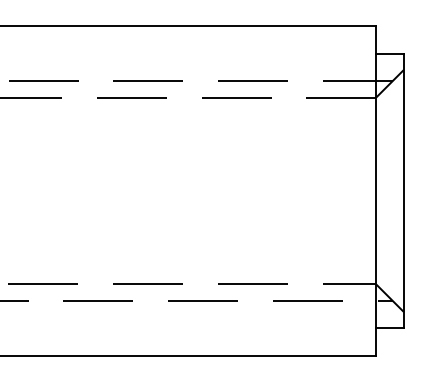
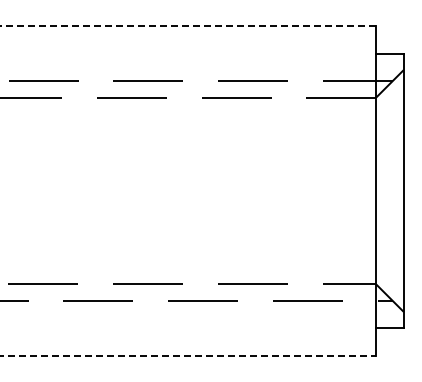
line at (188, 26): solid -> dashed
line at (188, 355): solid -> dashed
